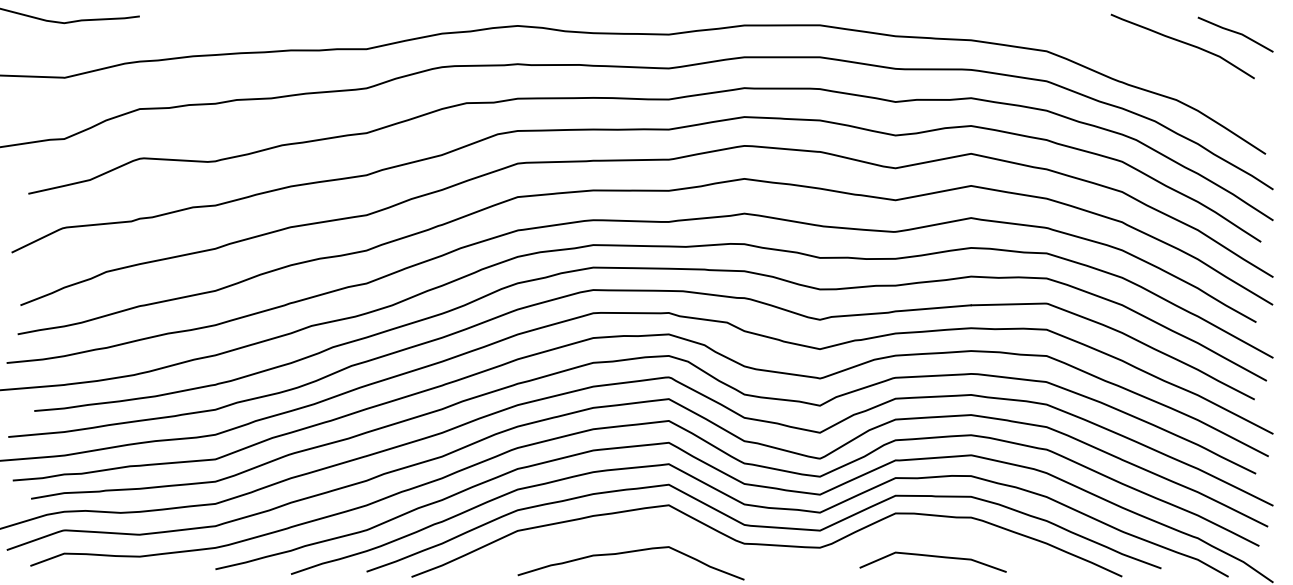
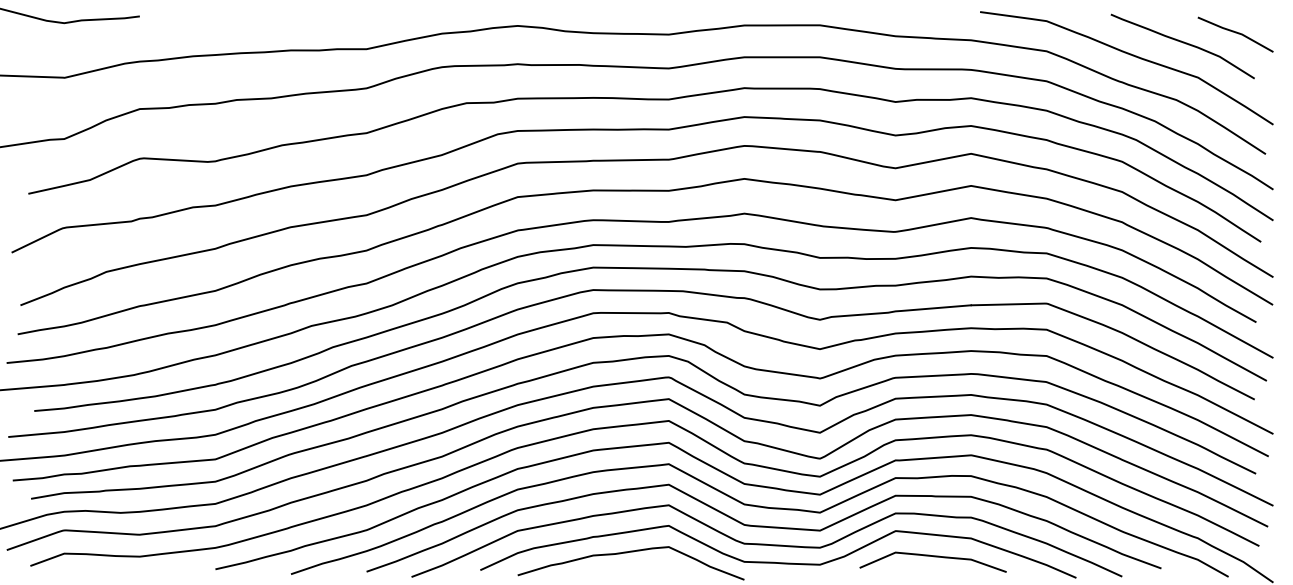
curve at (1132, 56): none -> present
curve at (774, 561): none -> present
